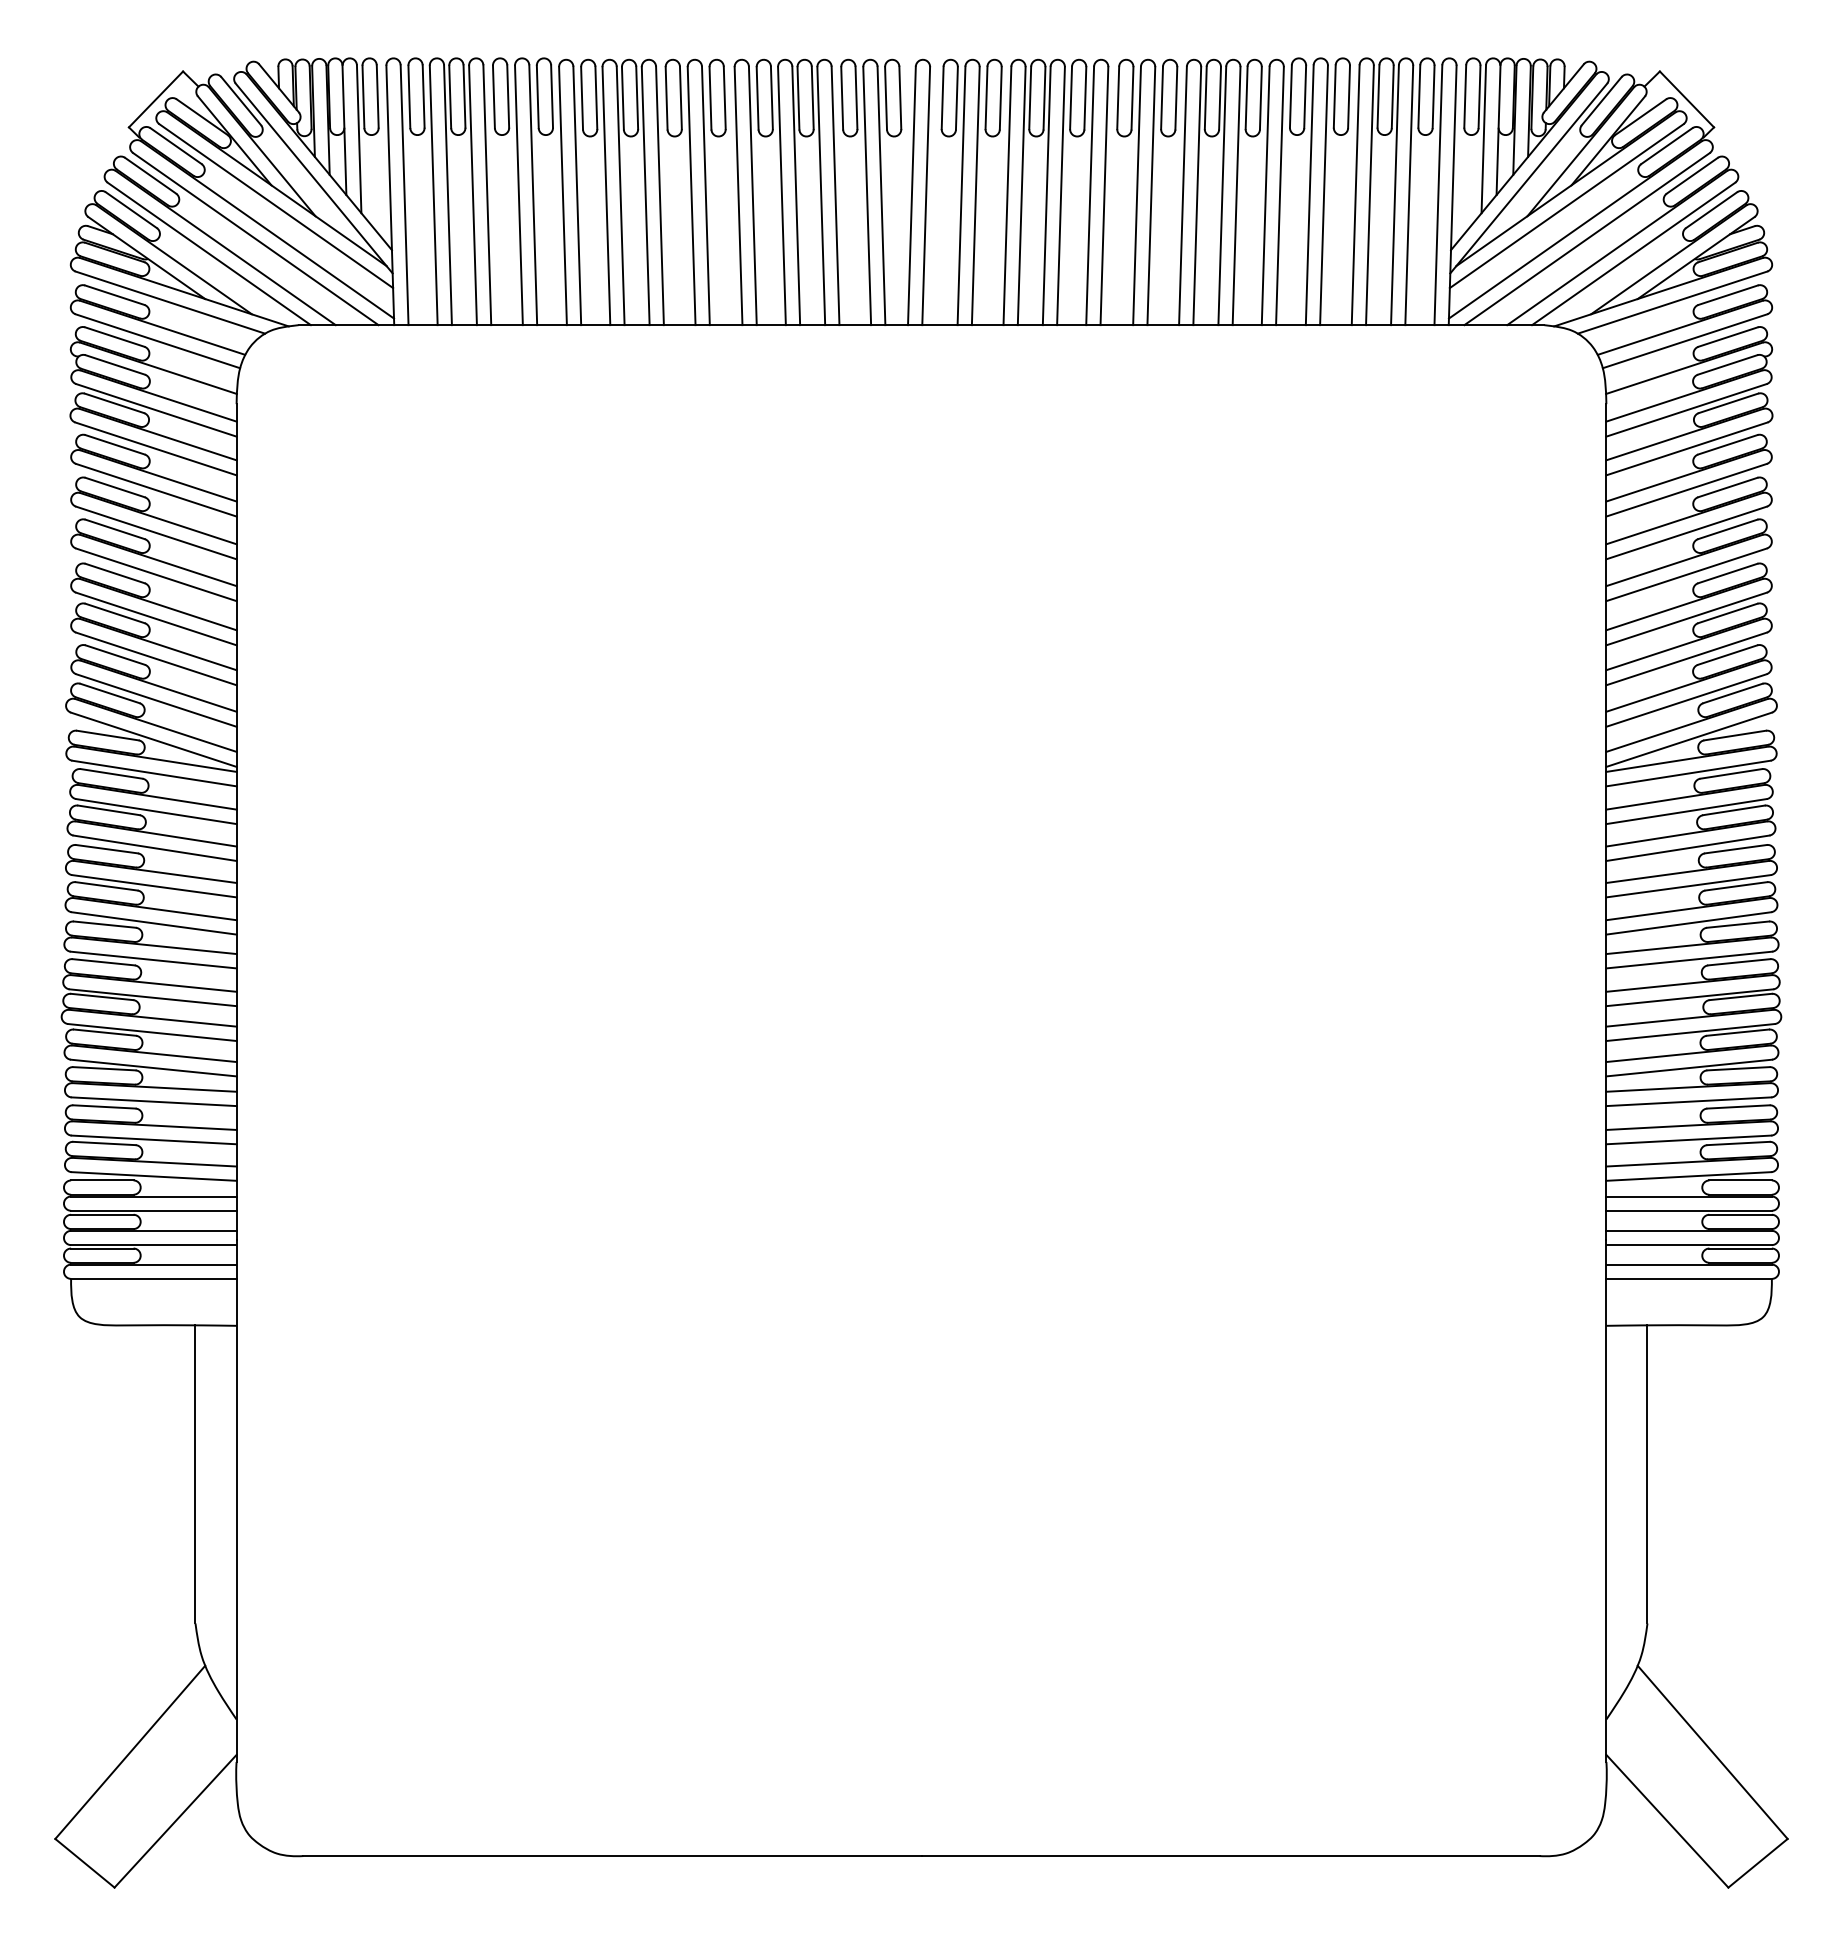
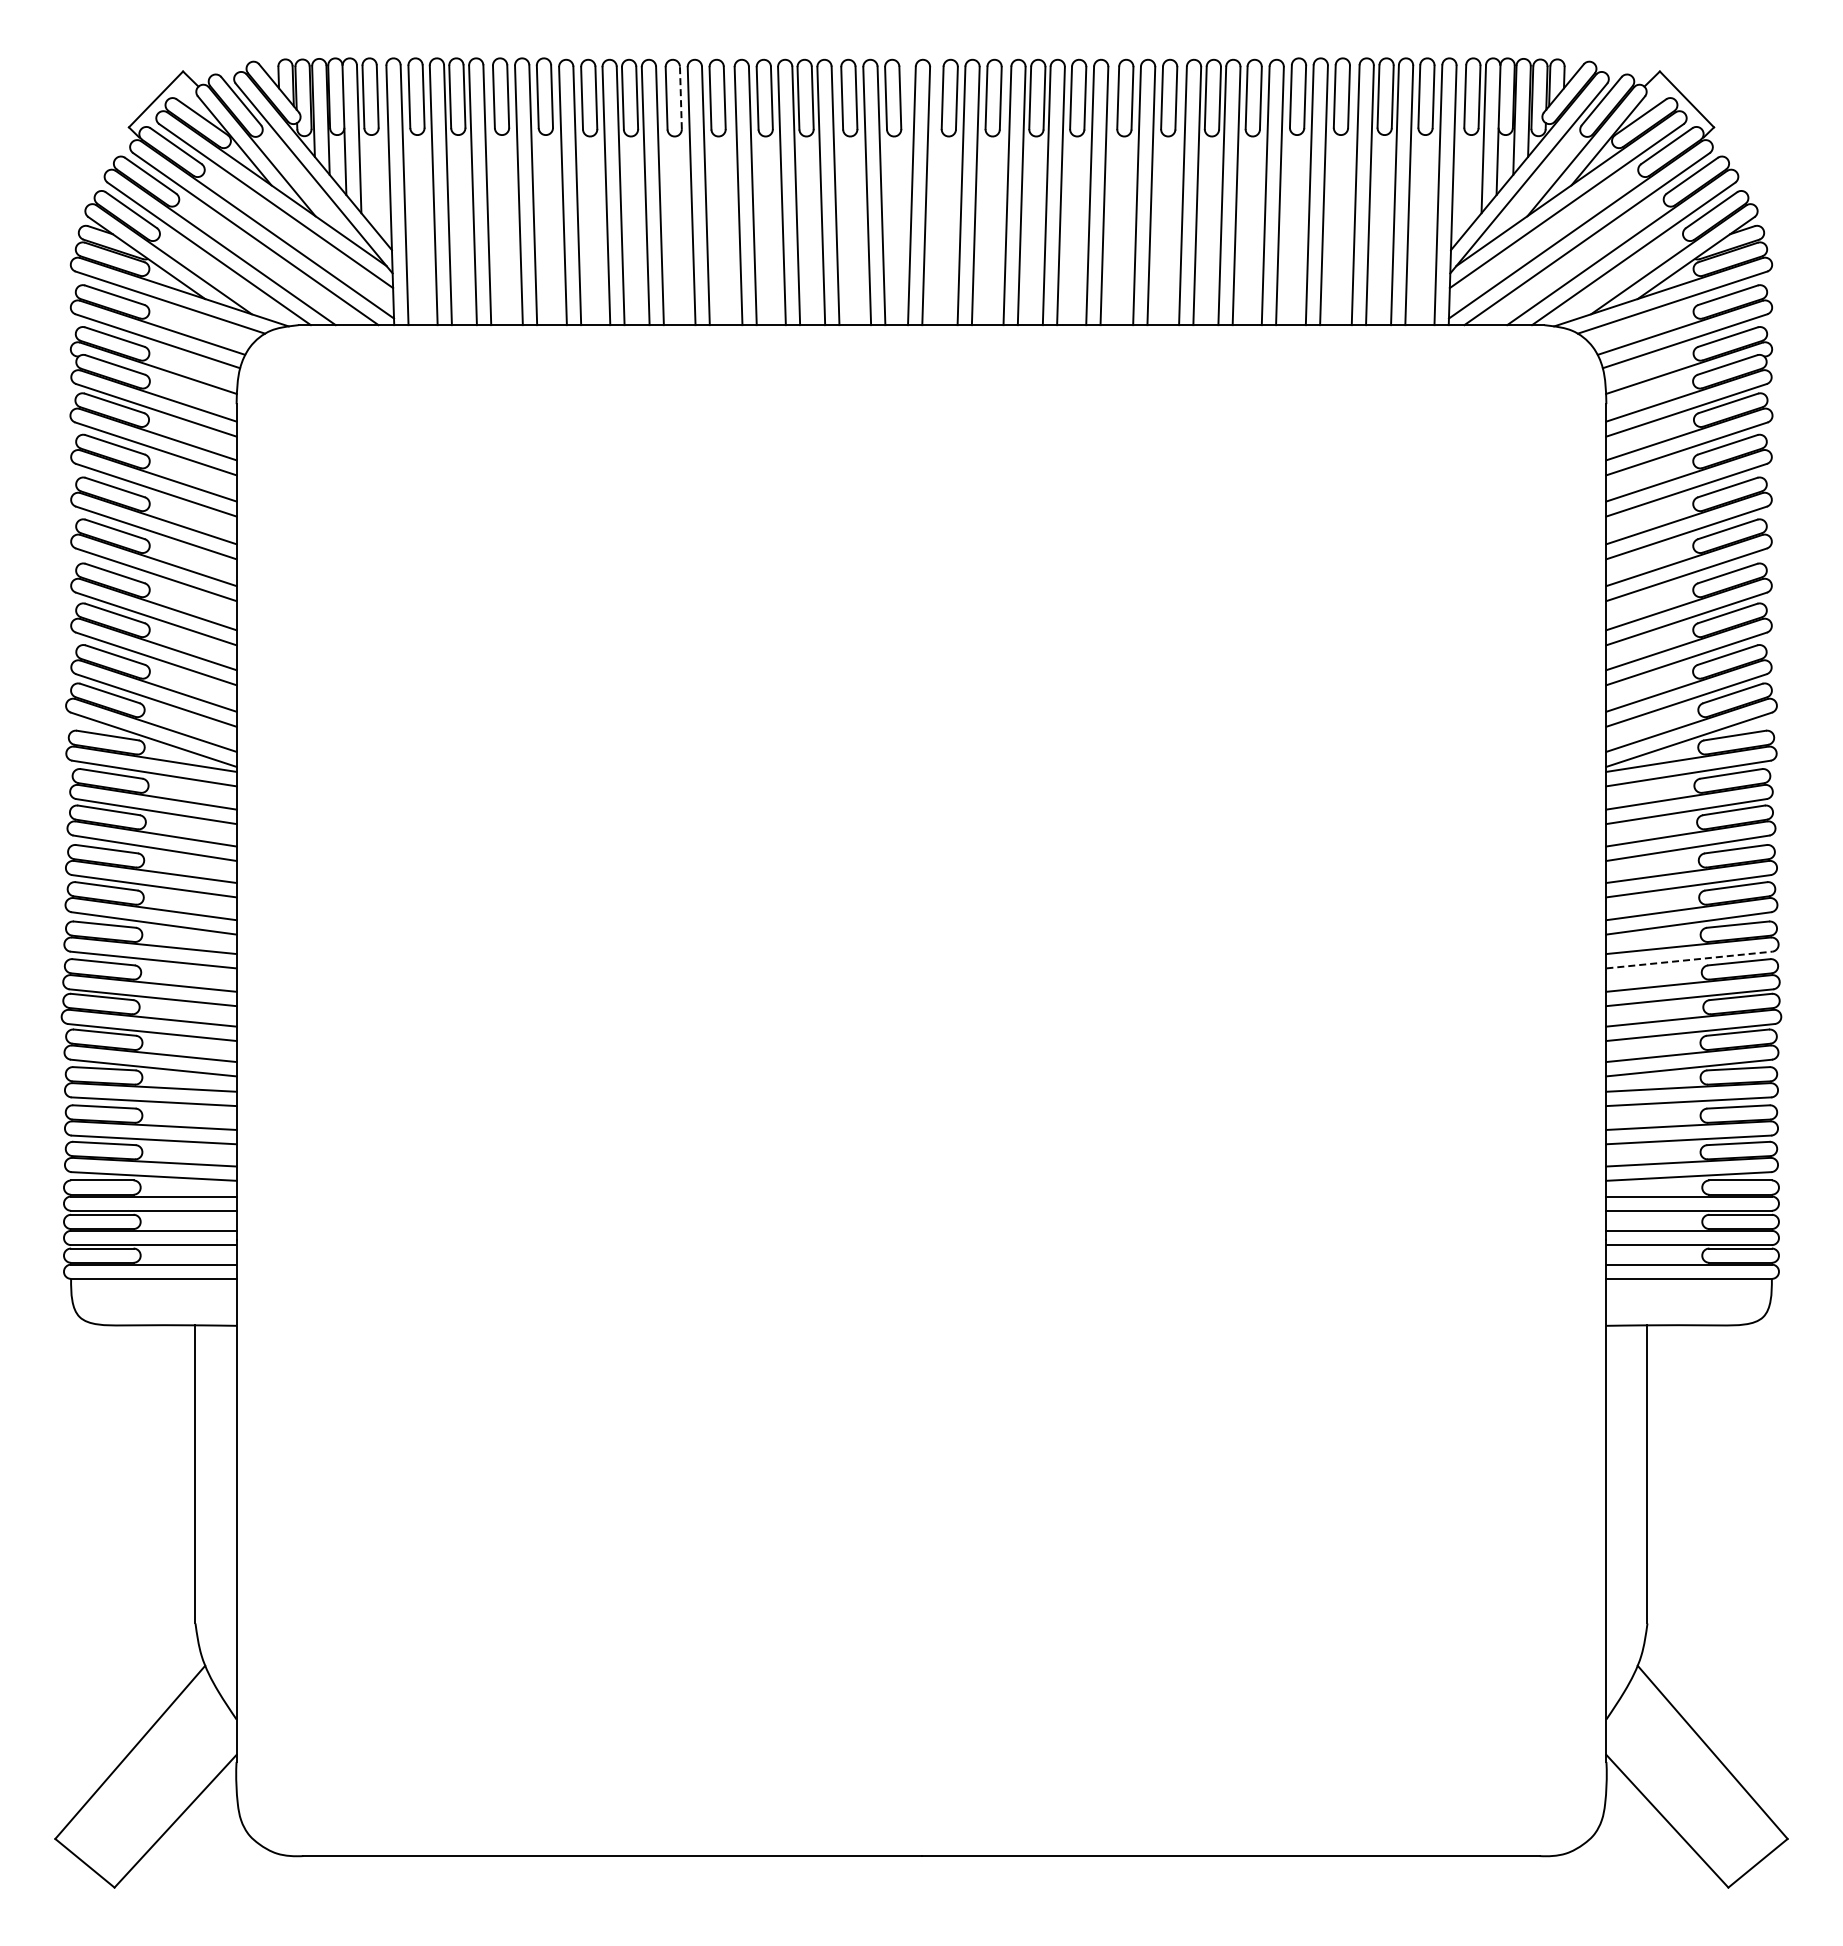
line at (680, 97): solid -> dashed
line at (1689, 960): solid -> dashed
